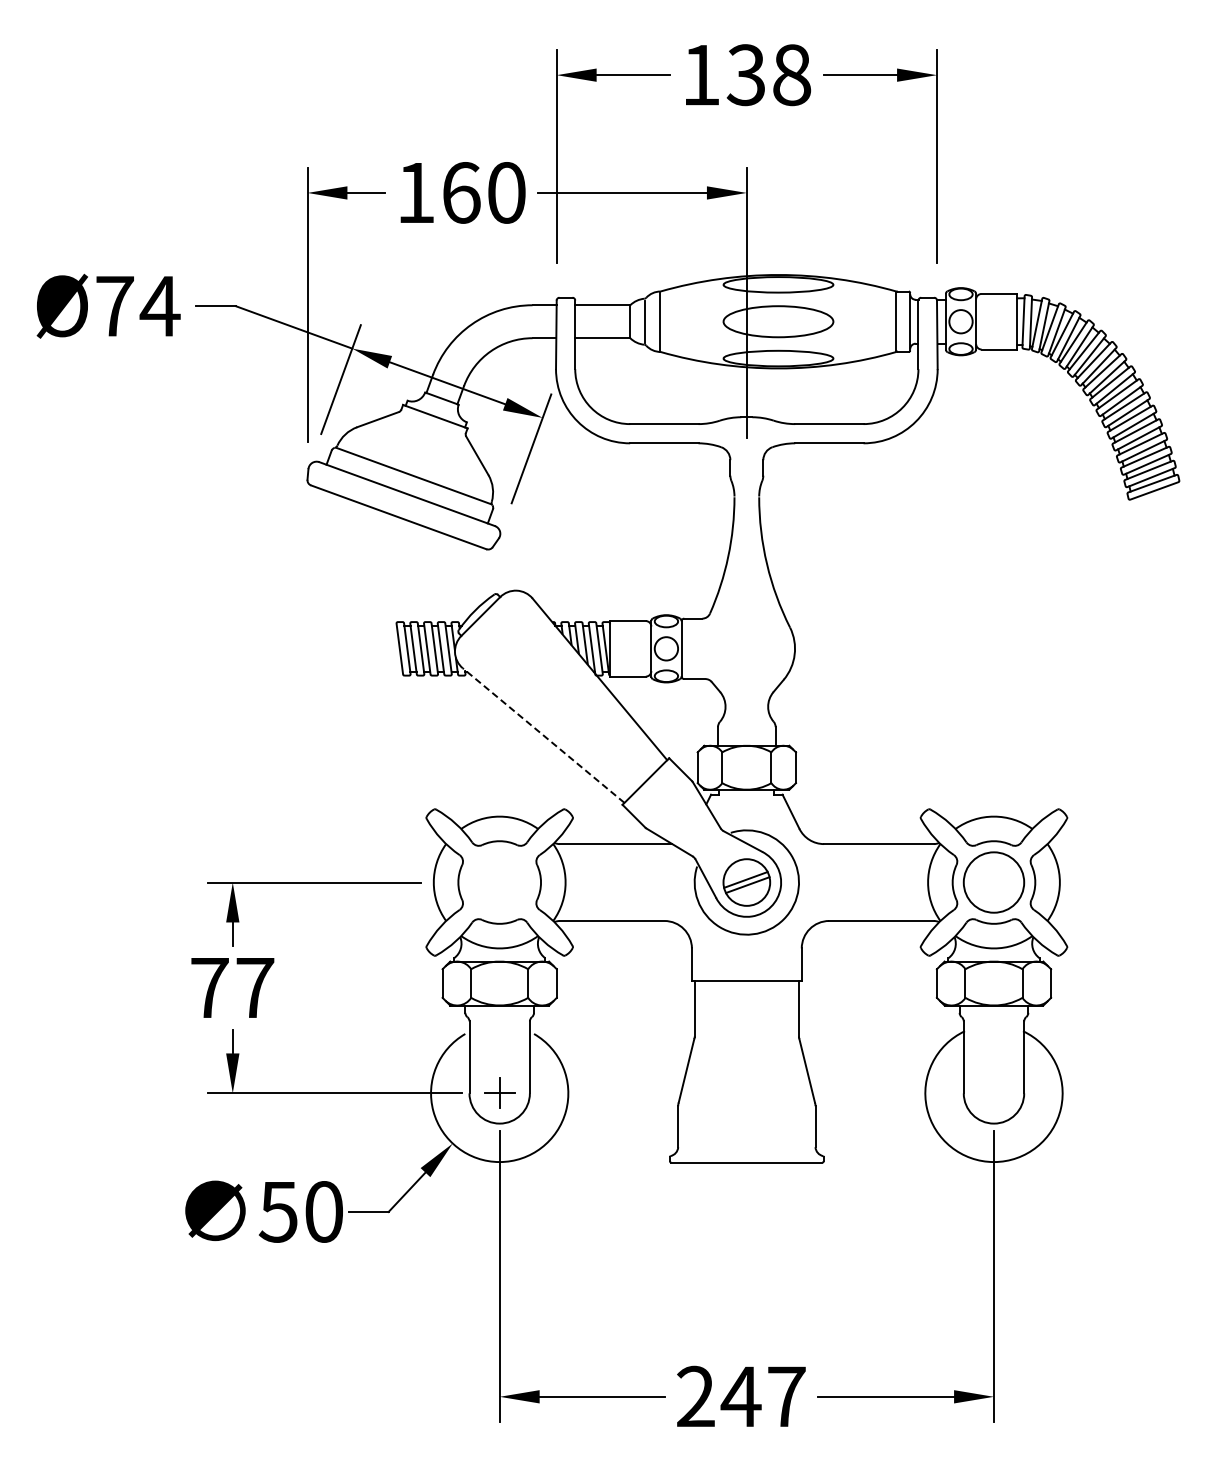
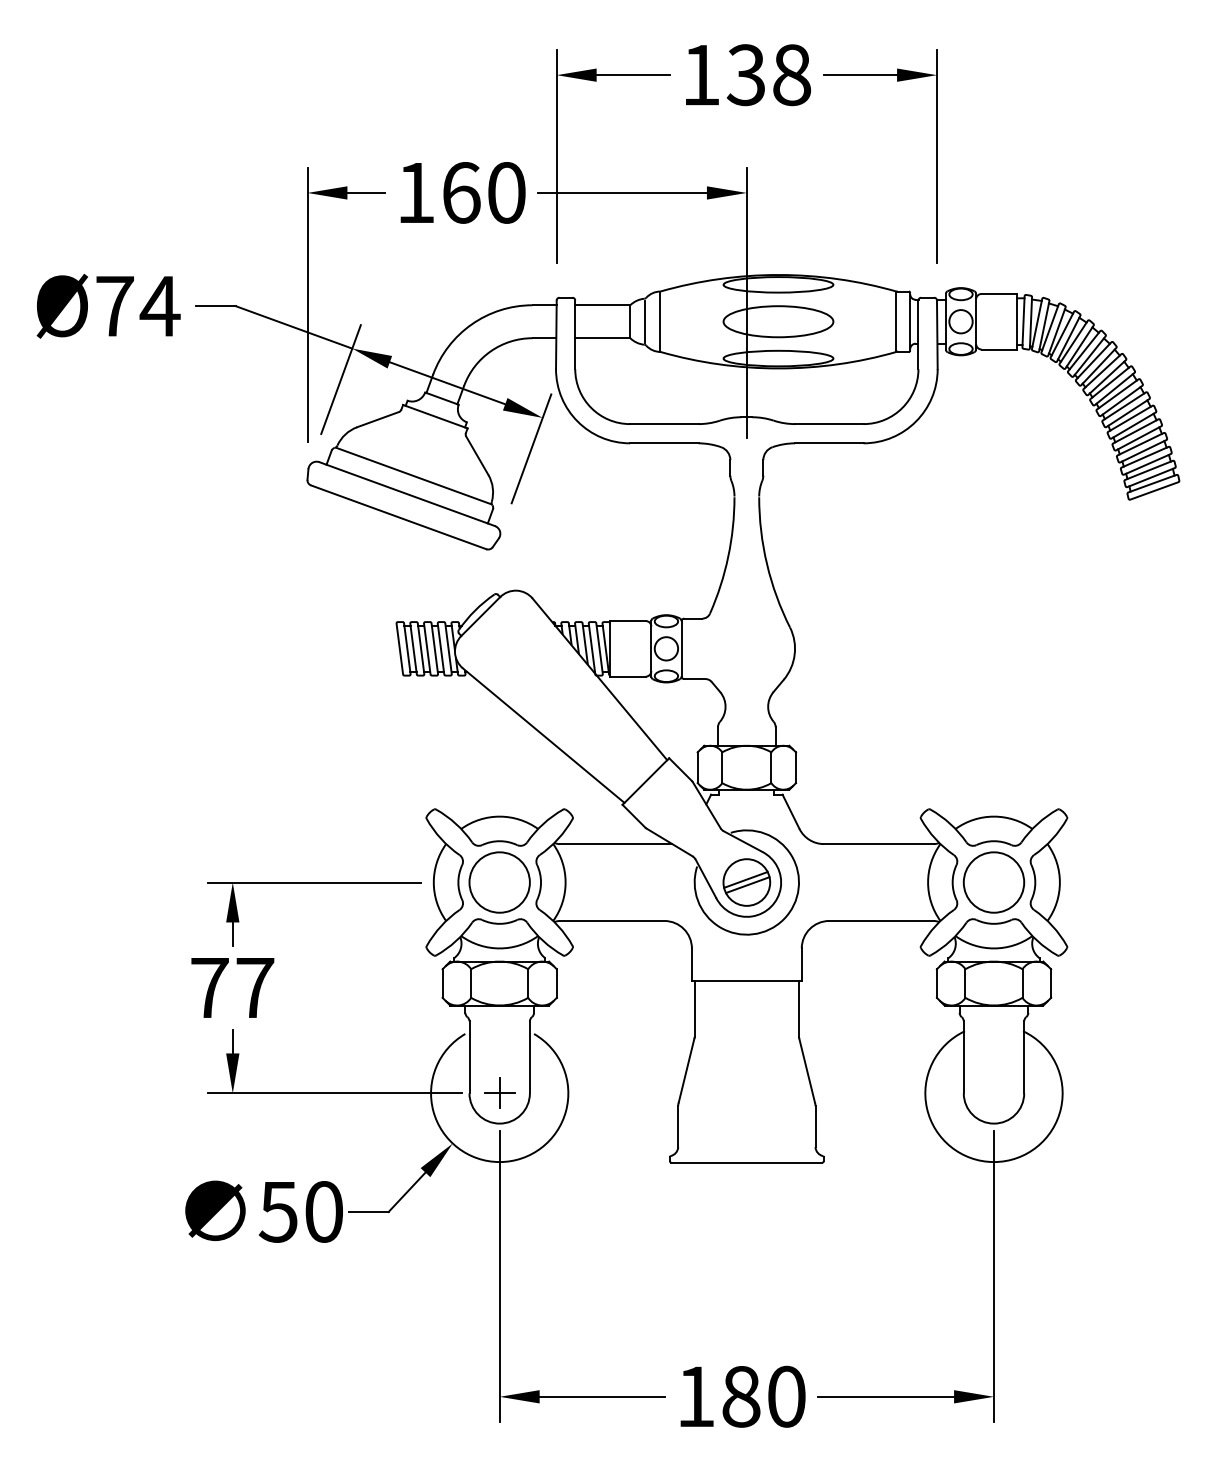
line at (543, 735): dashed -> solid
circle at (499, 882): none -> present
text at (741, 1396): 247 -> 180
